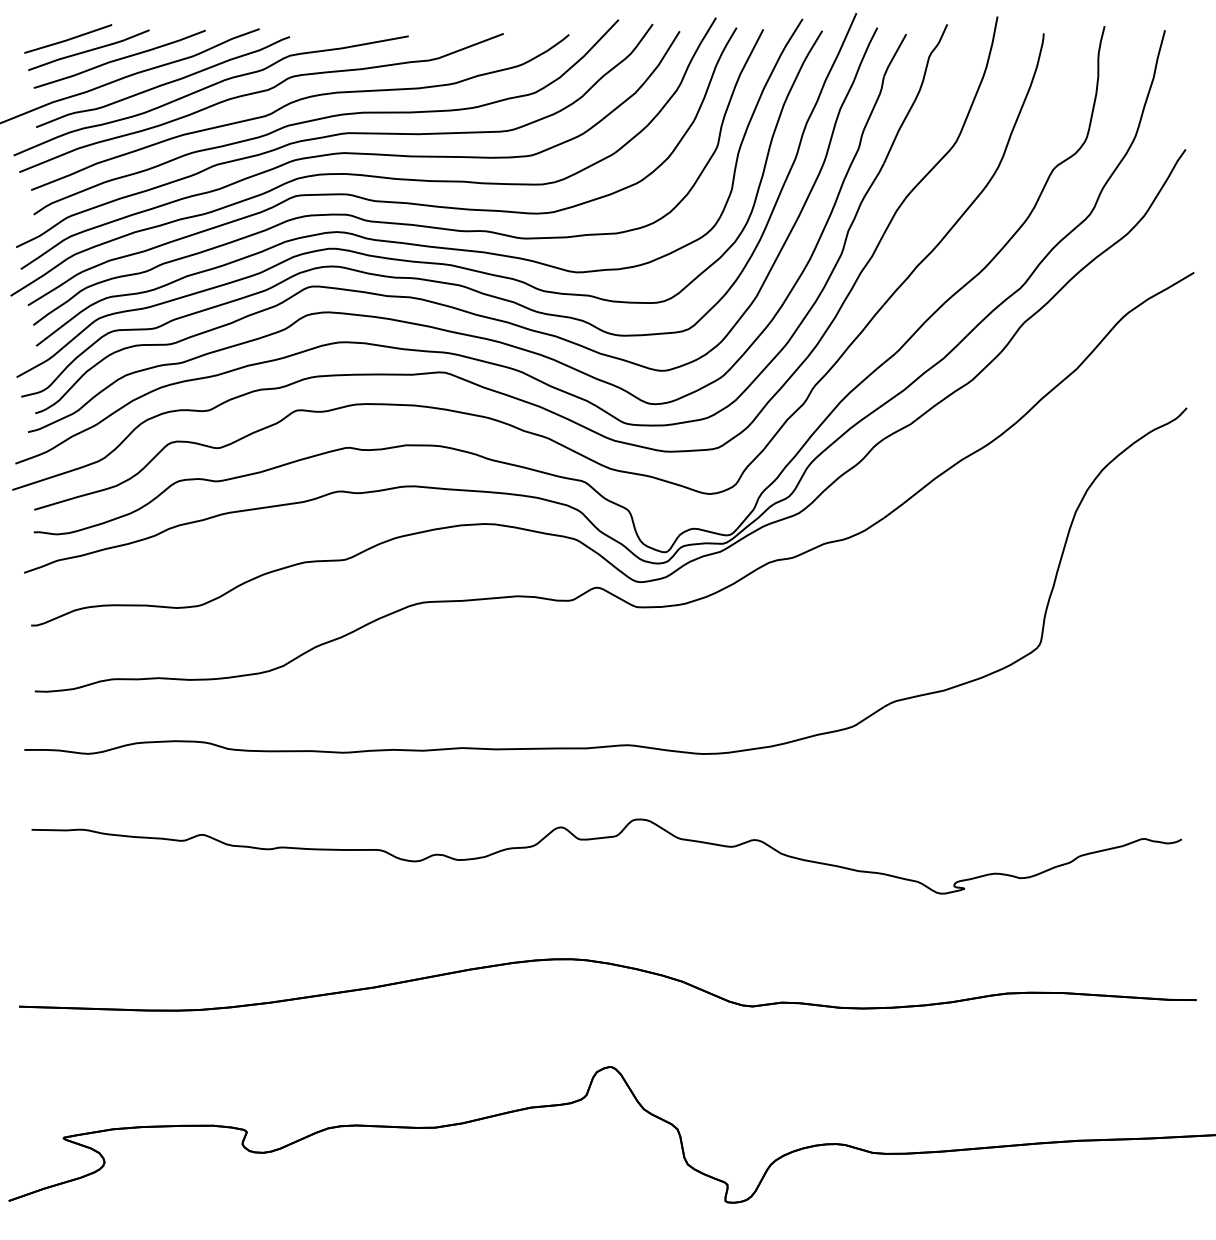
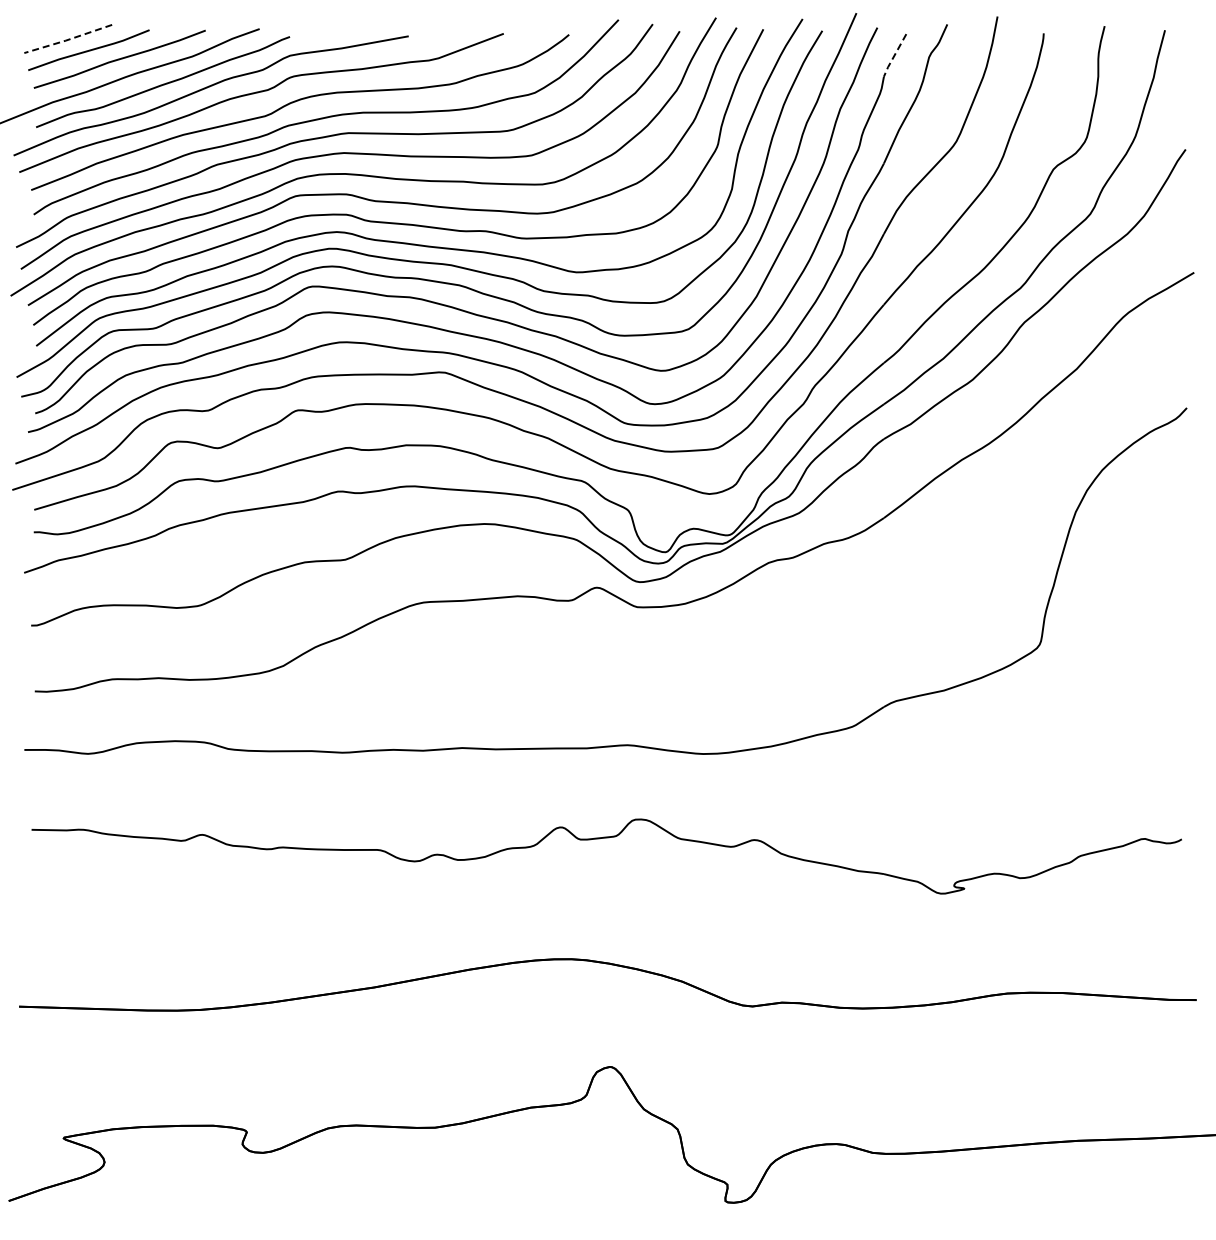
line at (67, 40): solid -> dashed
line at (894, 55): solid -> dashed
